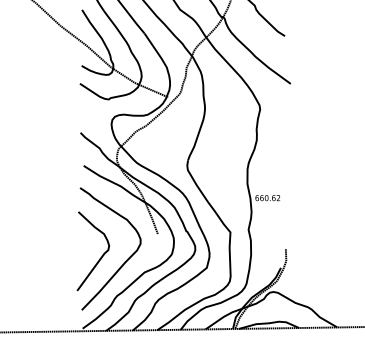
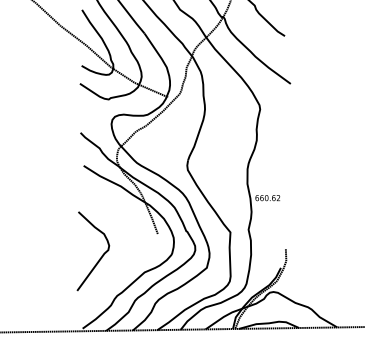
curve at (124, 261): present -> none
